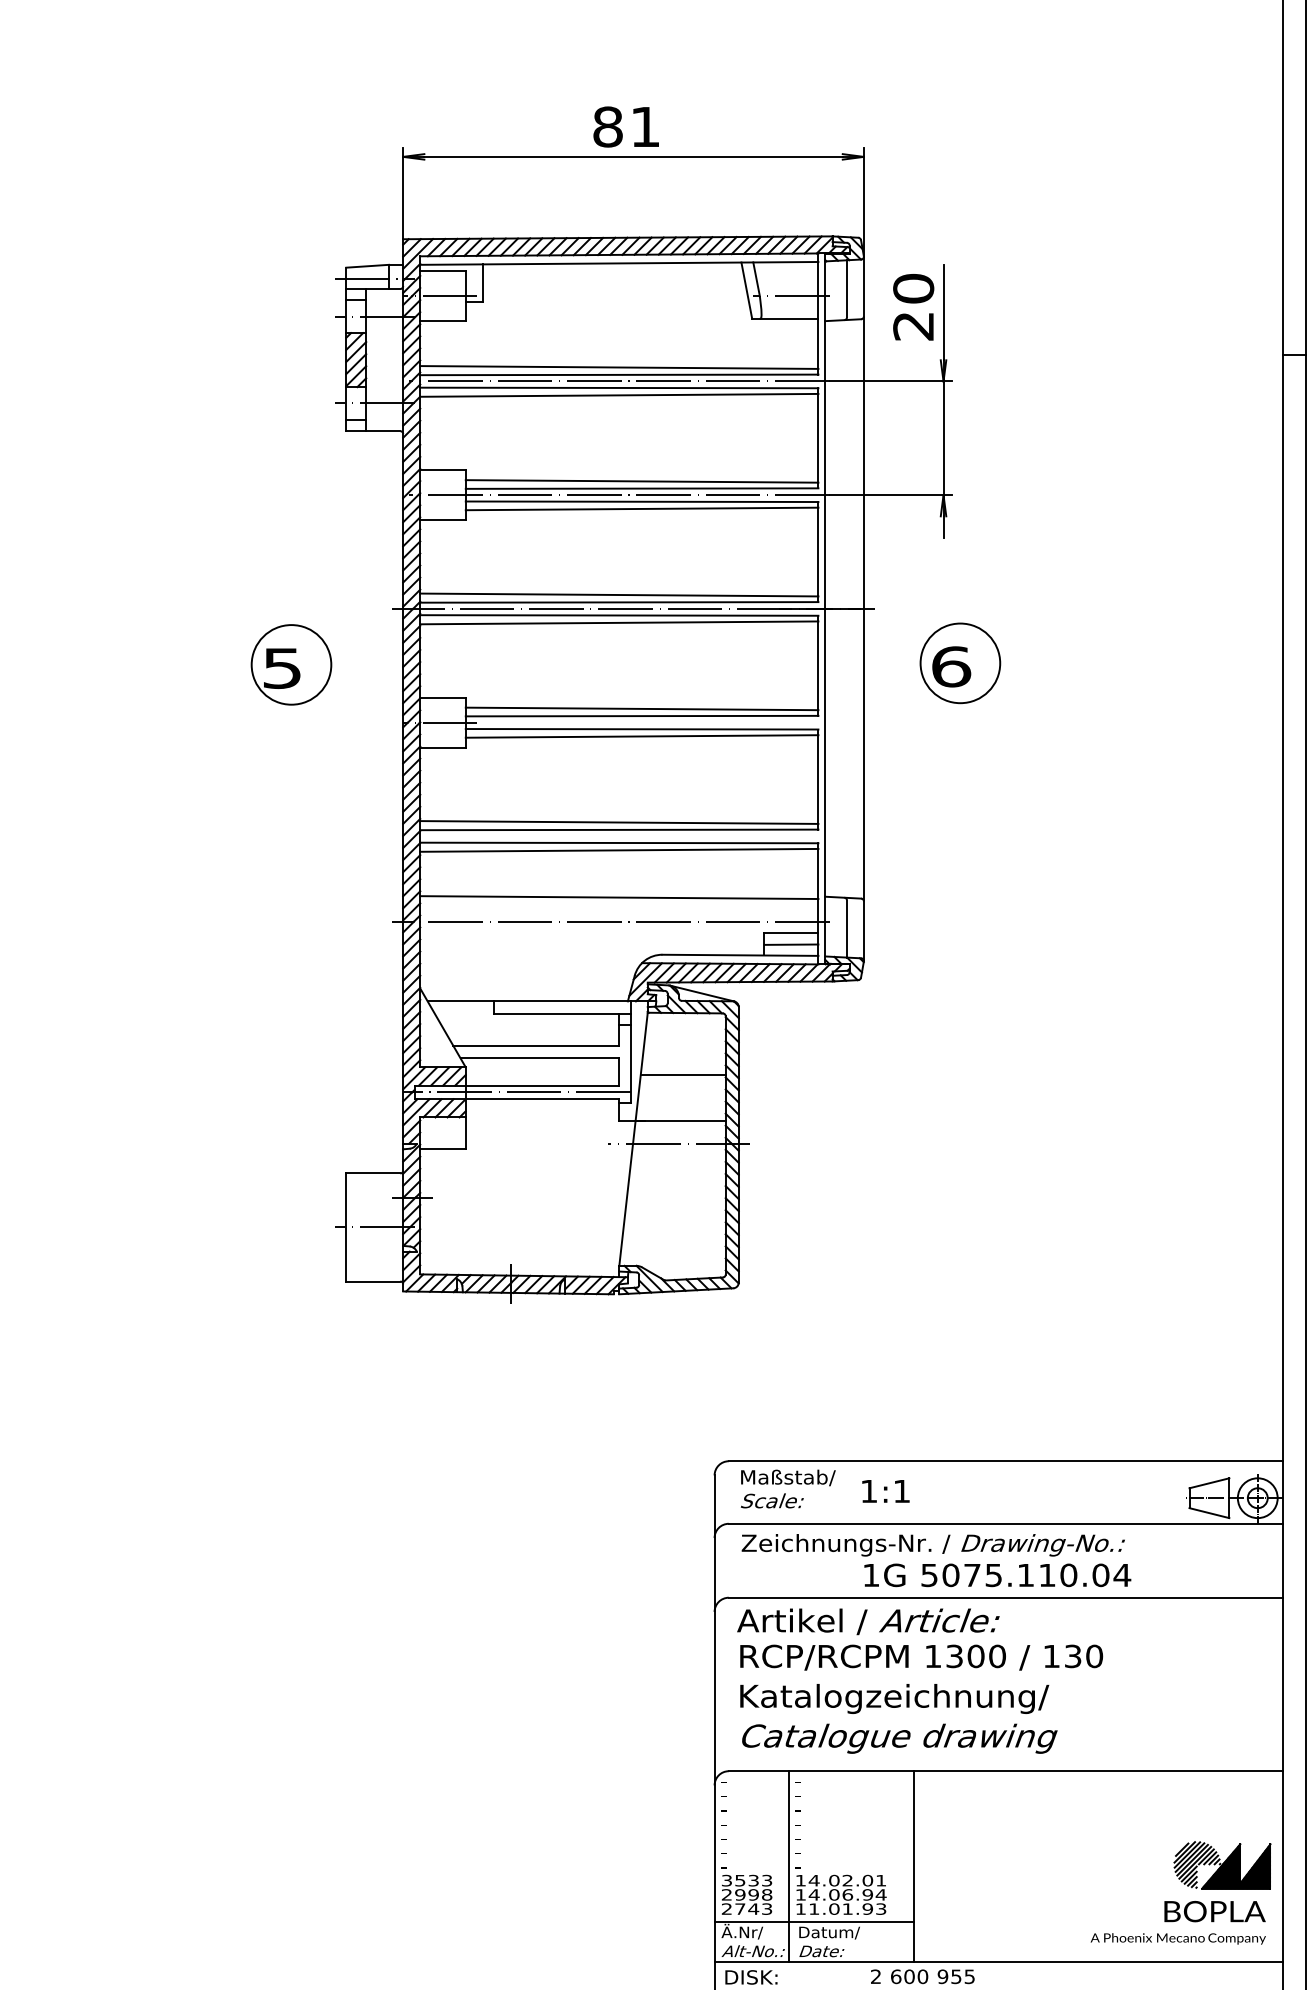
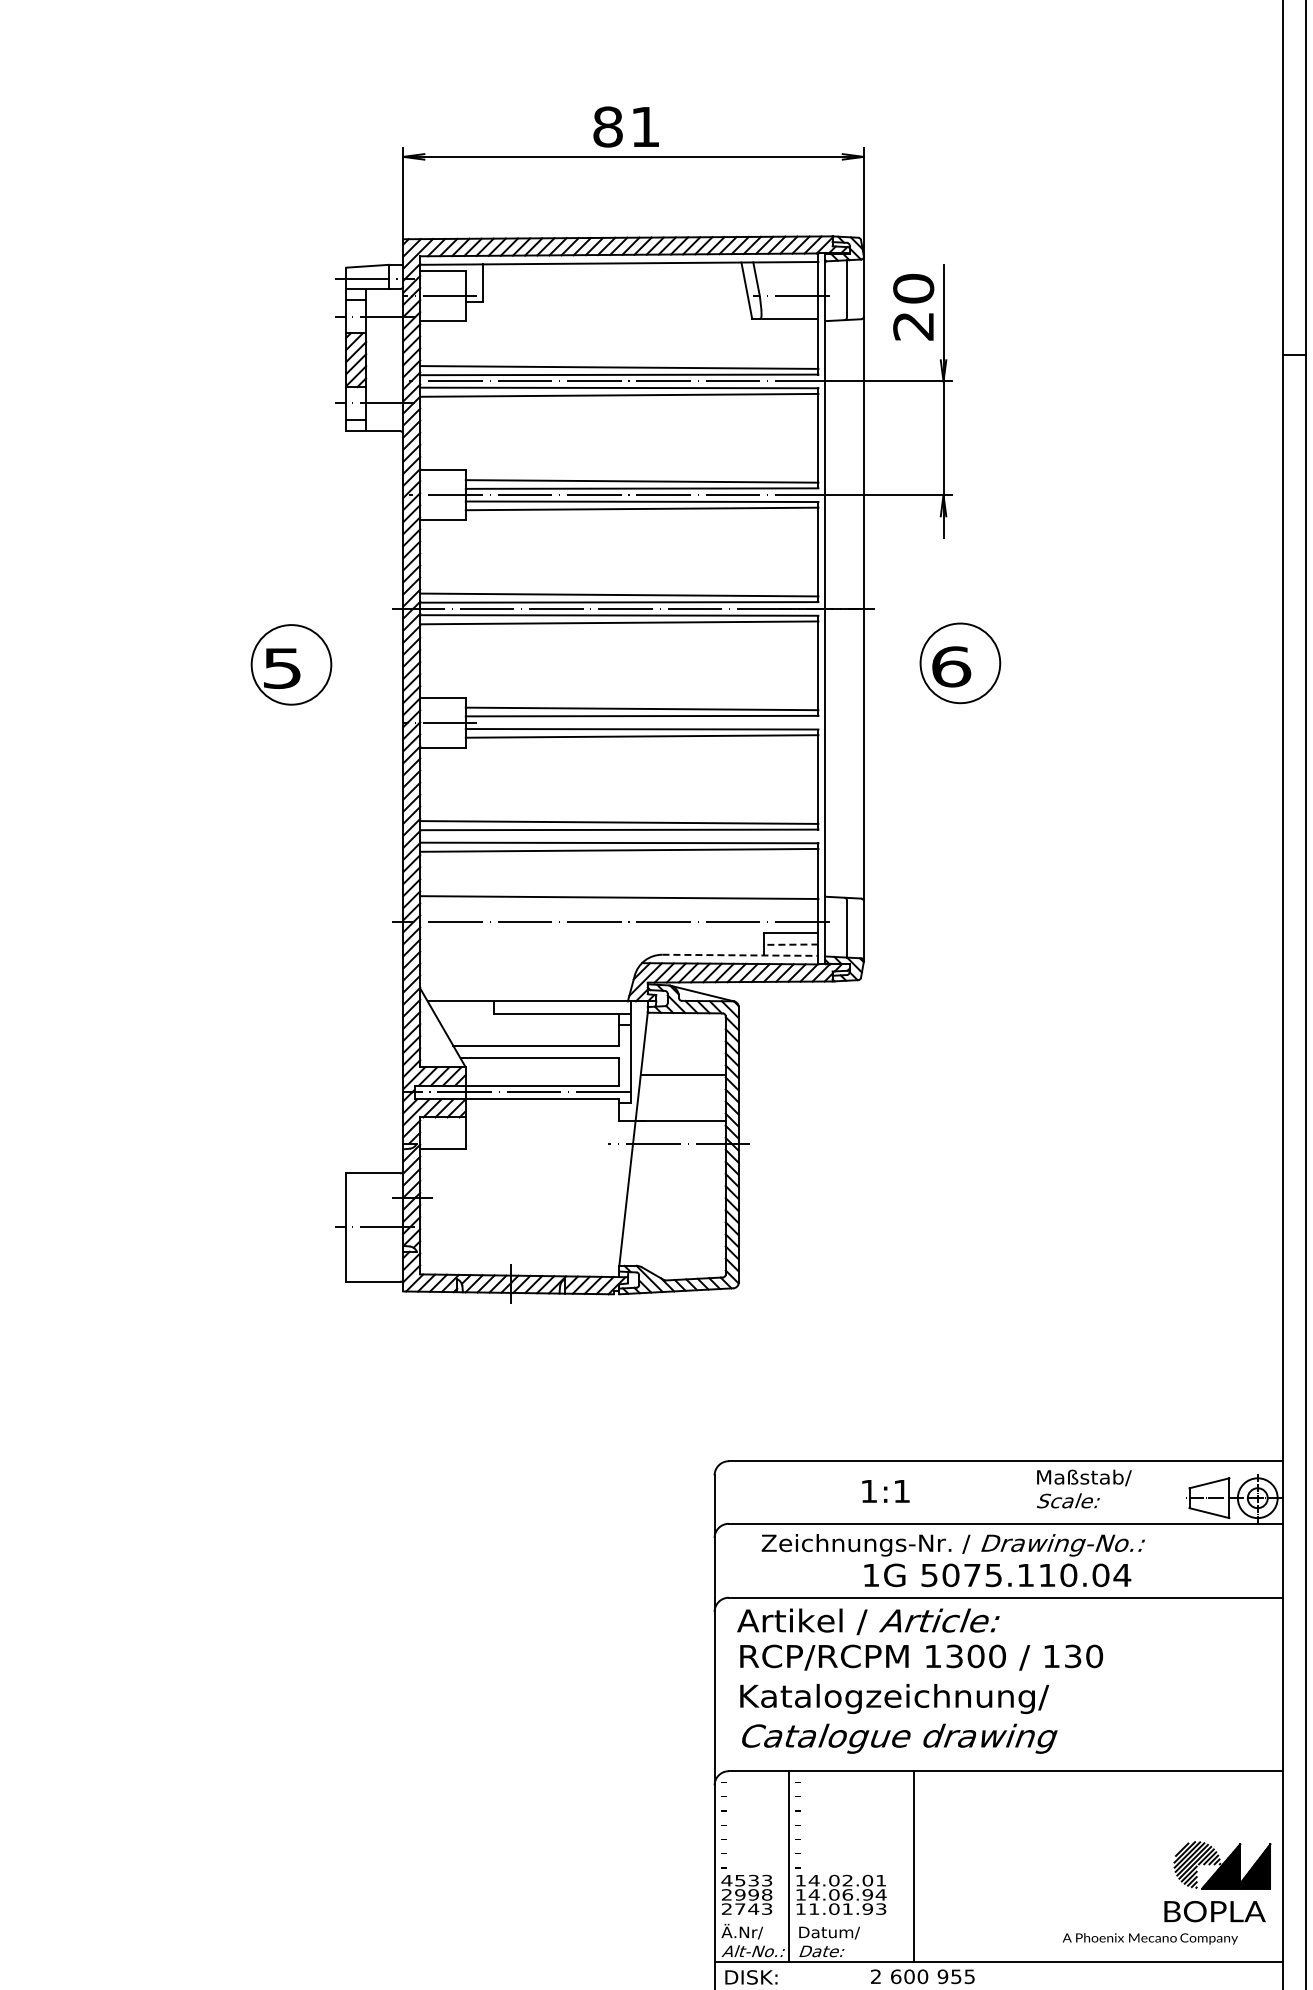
line at (790, 944): solid -> dashed
line at (740, 955): solid -> dashed
text at (788, 1488) position: (788, 1488) -> (1084, 1488)
text at (932, 1545) position: (932, 1545) -> (952, 1545)
text at (726, 1880): 3533 -> 4533
line at (813, 1921): present -> none
text at (1177, 1938) position: (1177, 1938) -> (1149, 1938)
